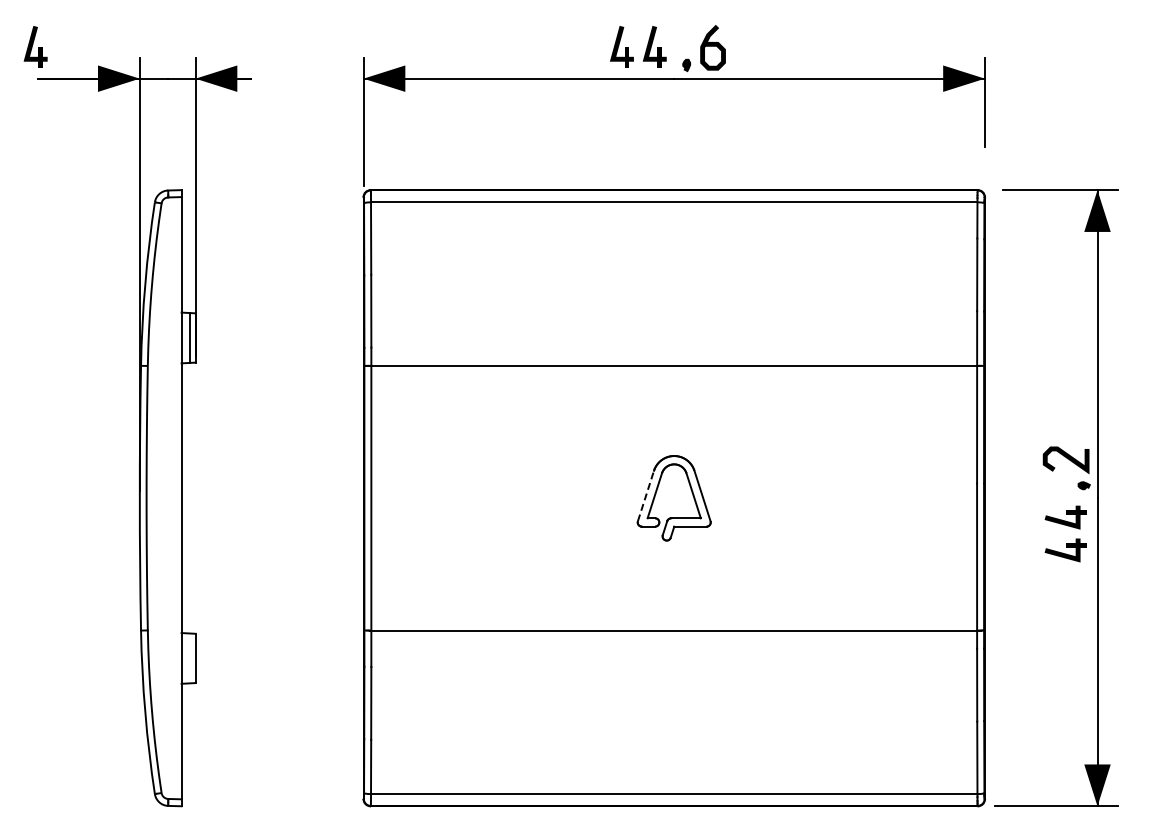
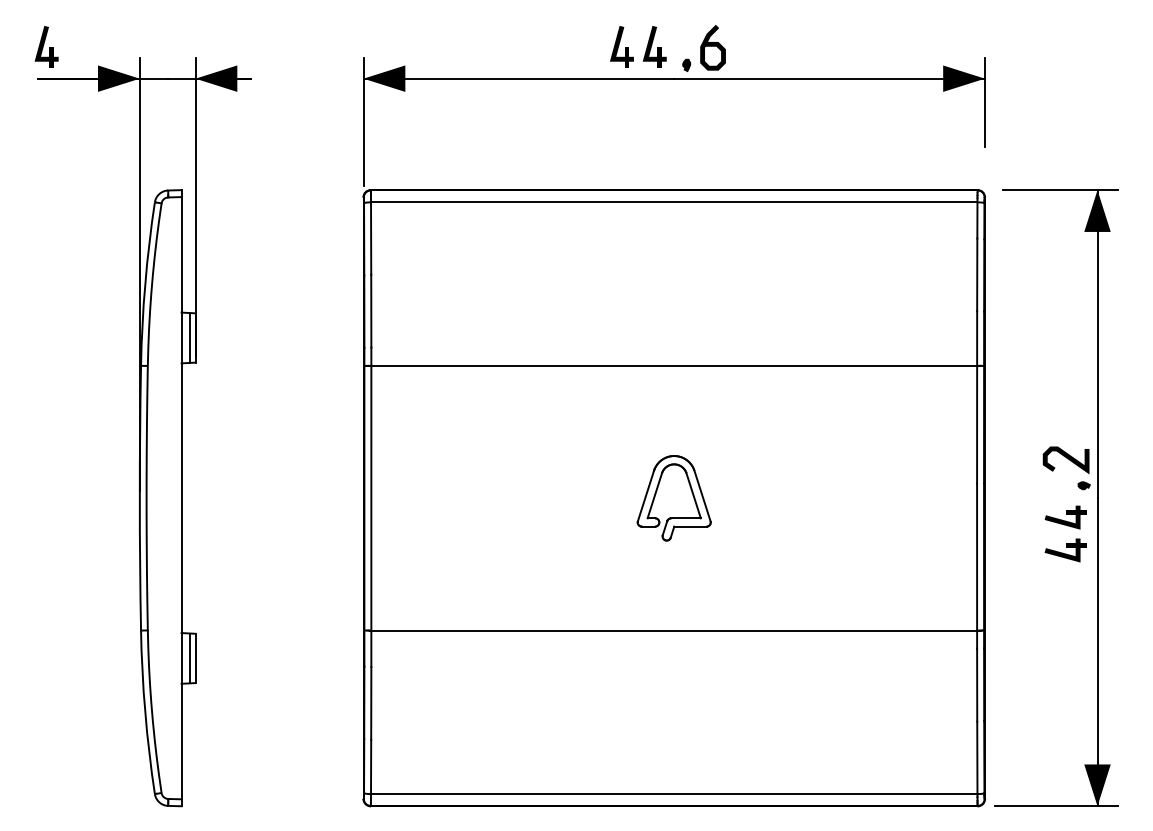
part at (35, 46) position: (35, 46) -> (46, 46)
line at (646, 495): dashed -> solid
line at (190, 658): none -> present
